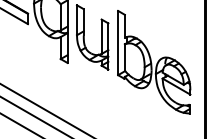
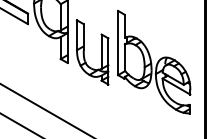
part at (84, 37) position: (84, 37) -> (84, 52)
line at (35, 116): present -> none
